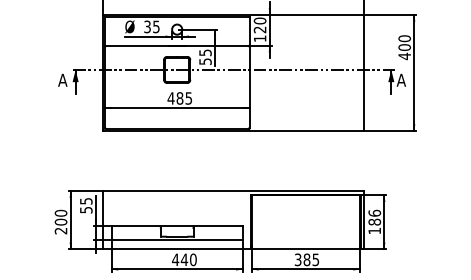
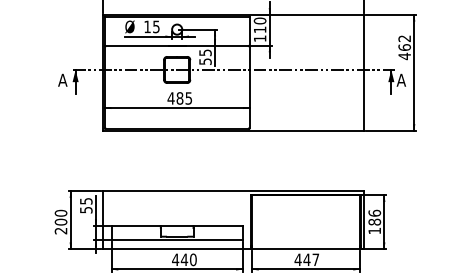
text at (147, 26): 35 -> 15
text at (259, 29): 120 -> 110
text at (404, 42): 400 -> 462
text at (306, 259): 385 -> 447
